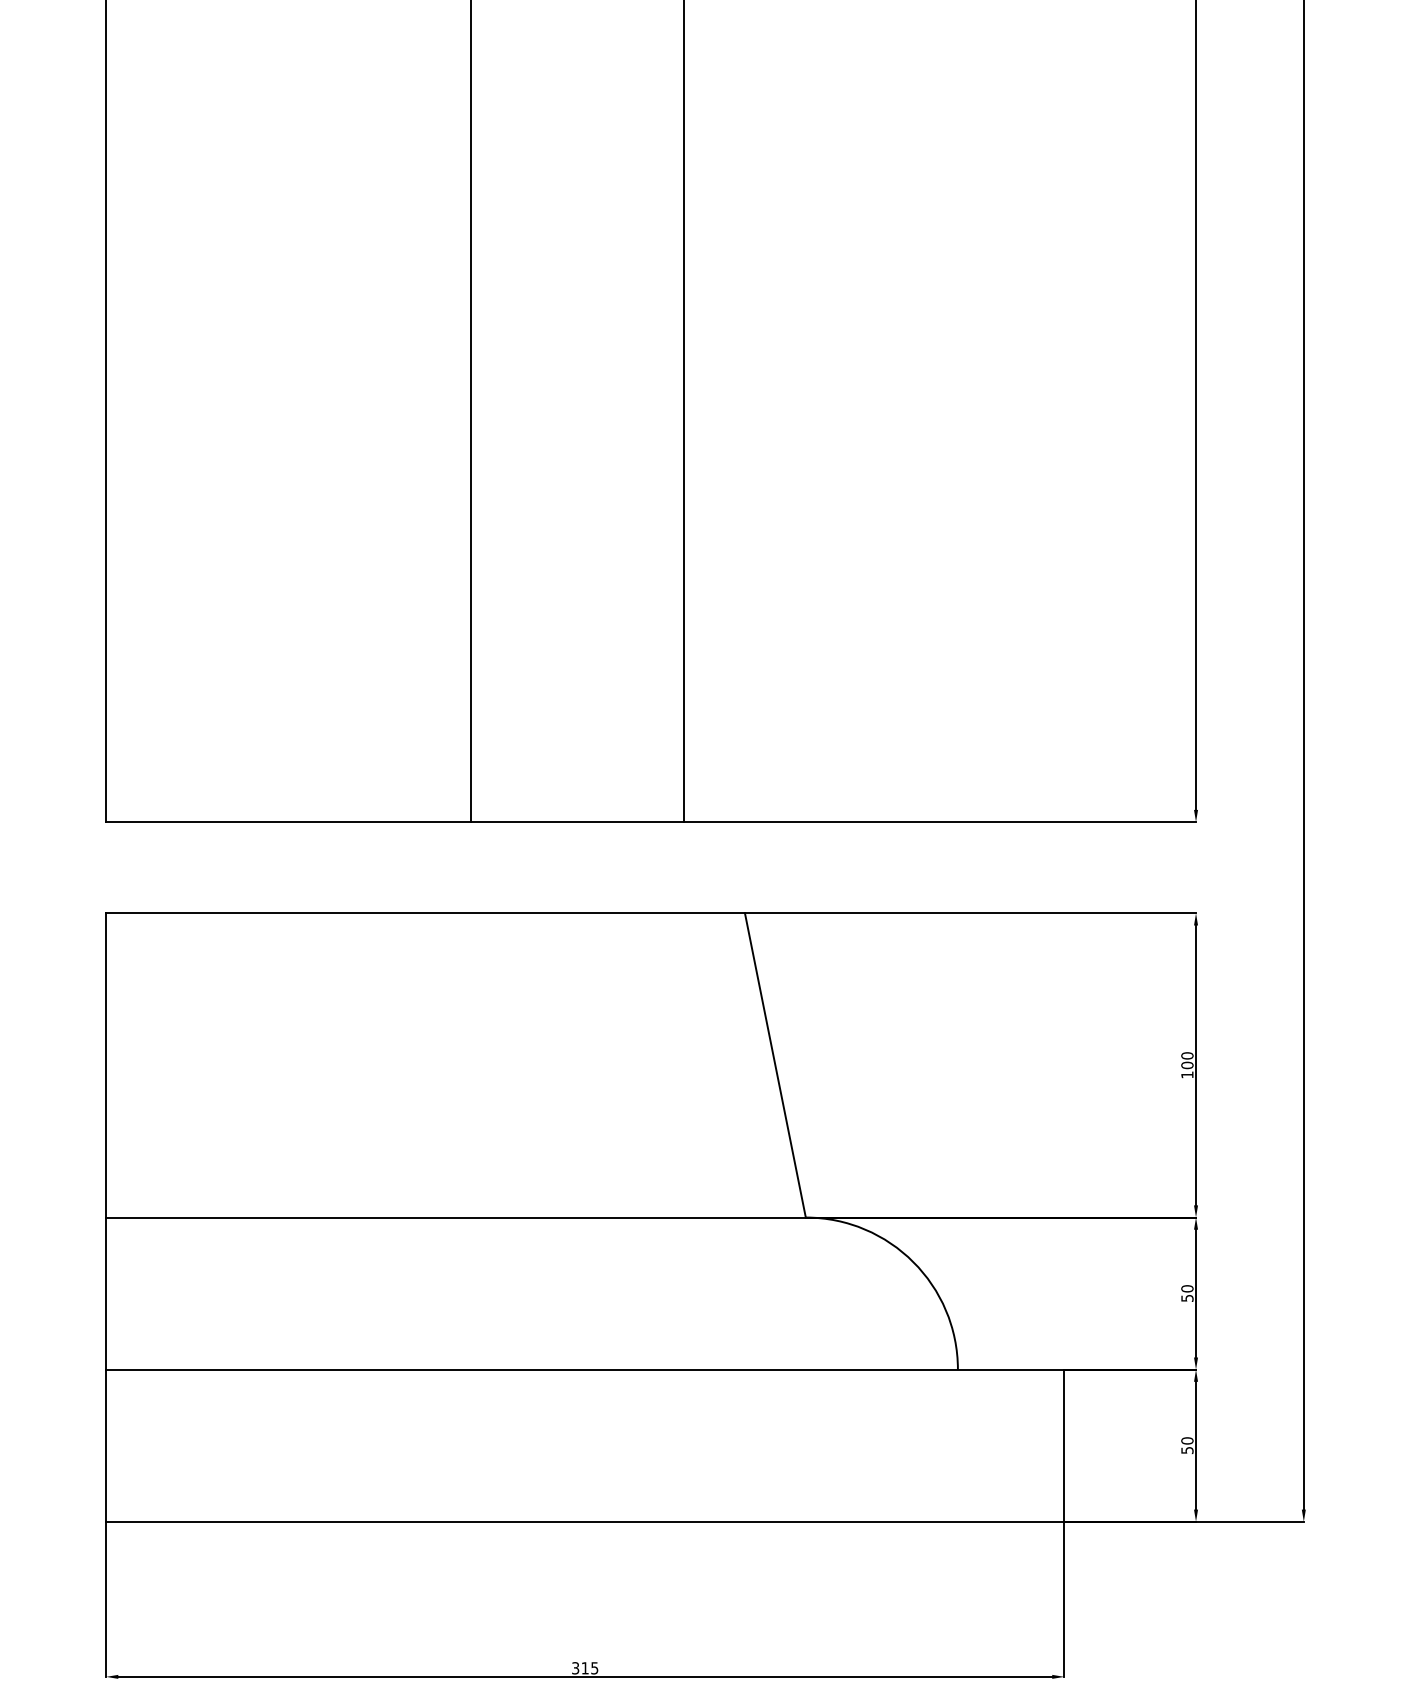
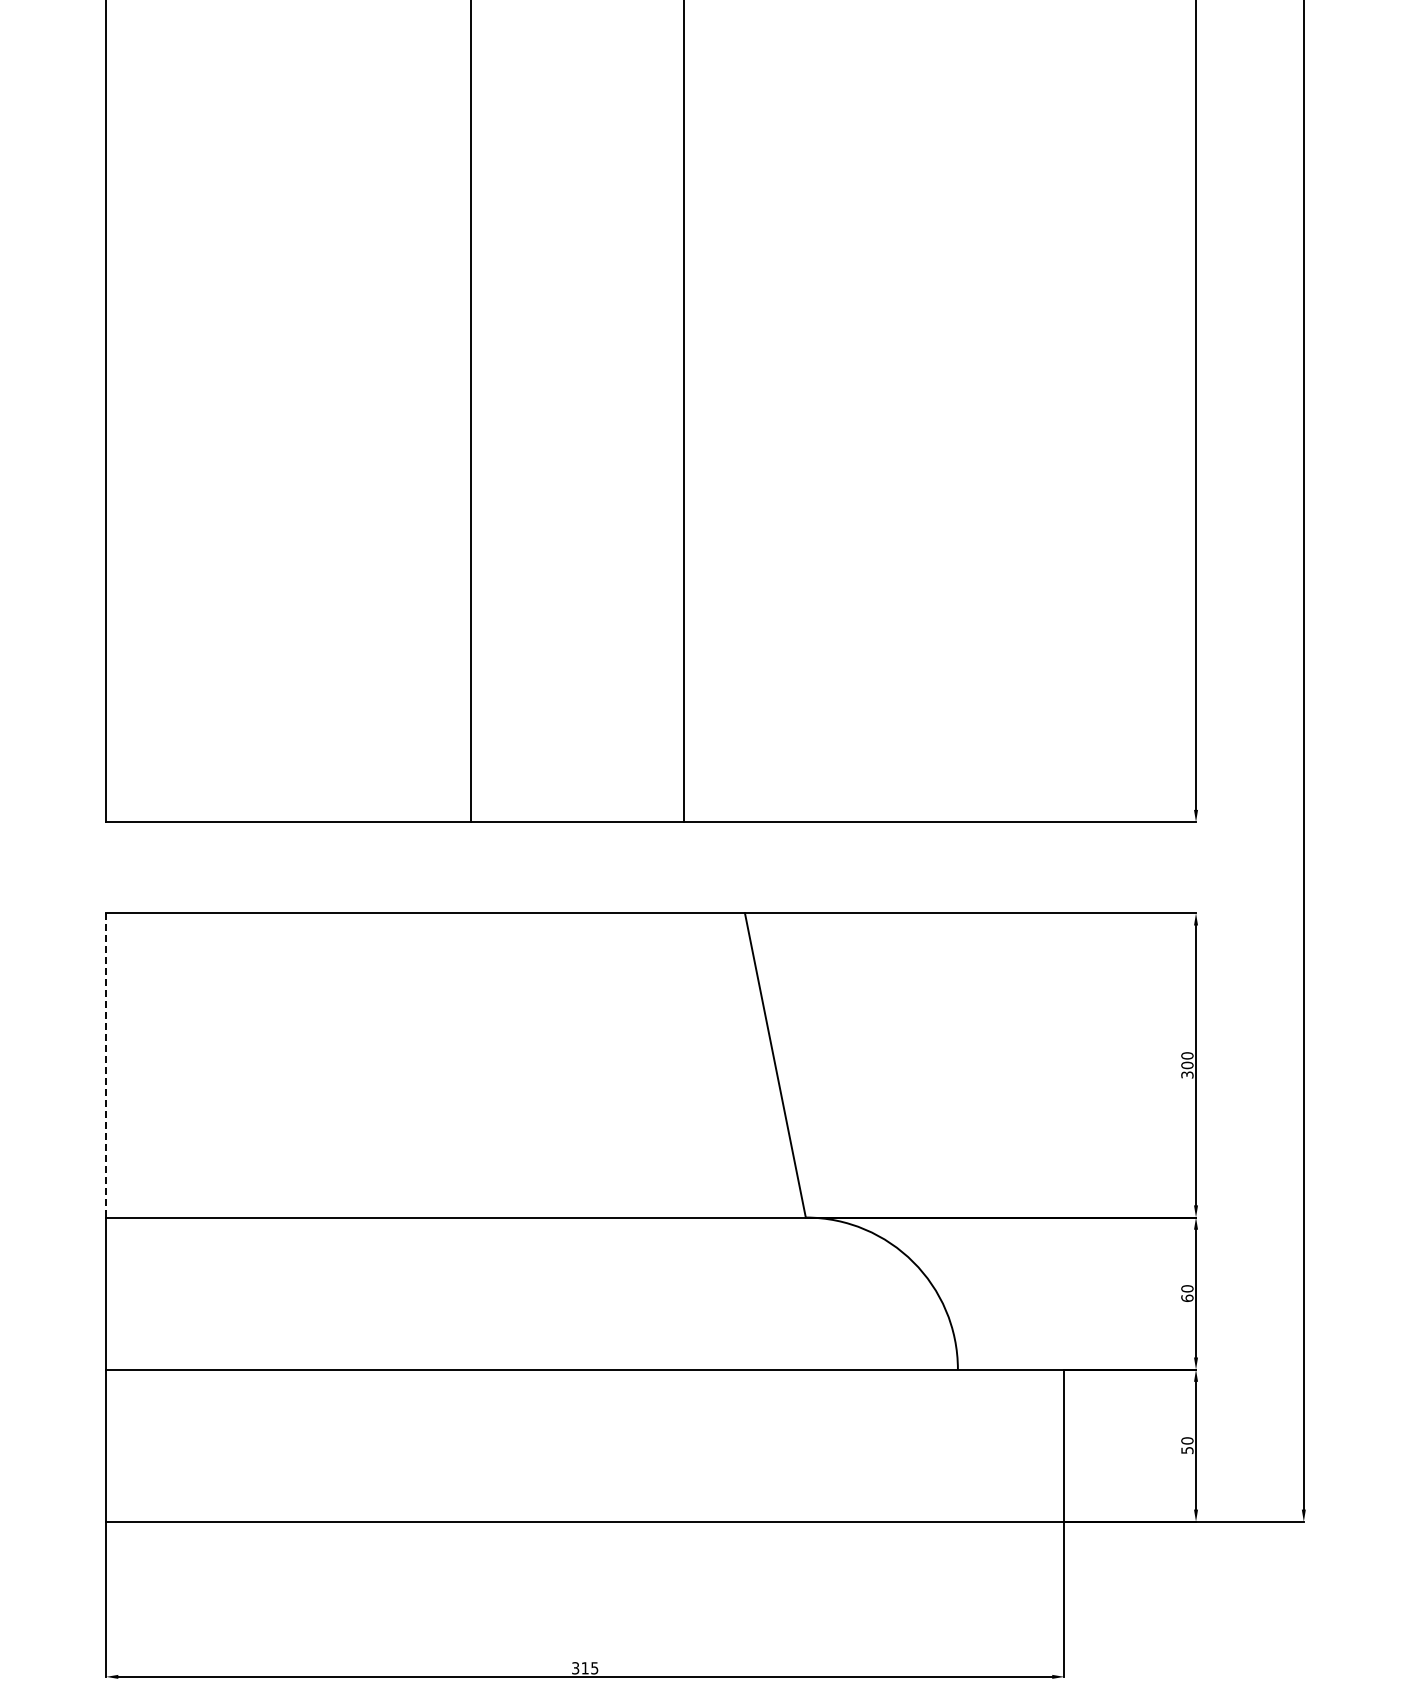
line at (106, 1065): solid -> dashed
text at (1187, 1074): 100 -> 300
text at (1187, 1297): 50 -> 60
